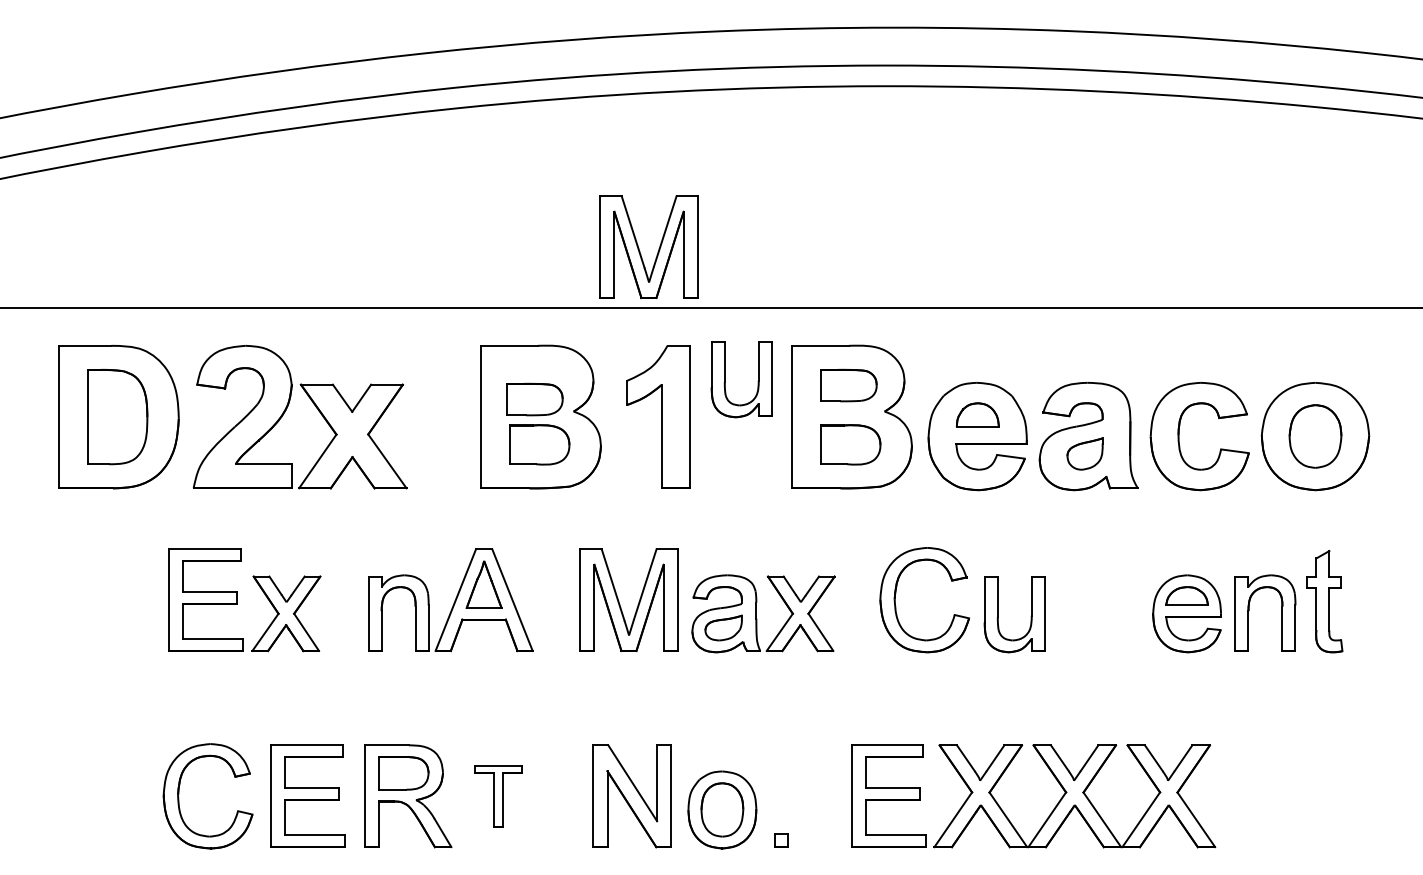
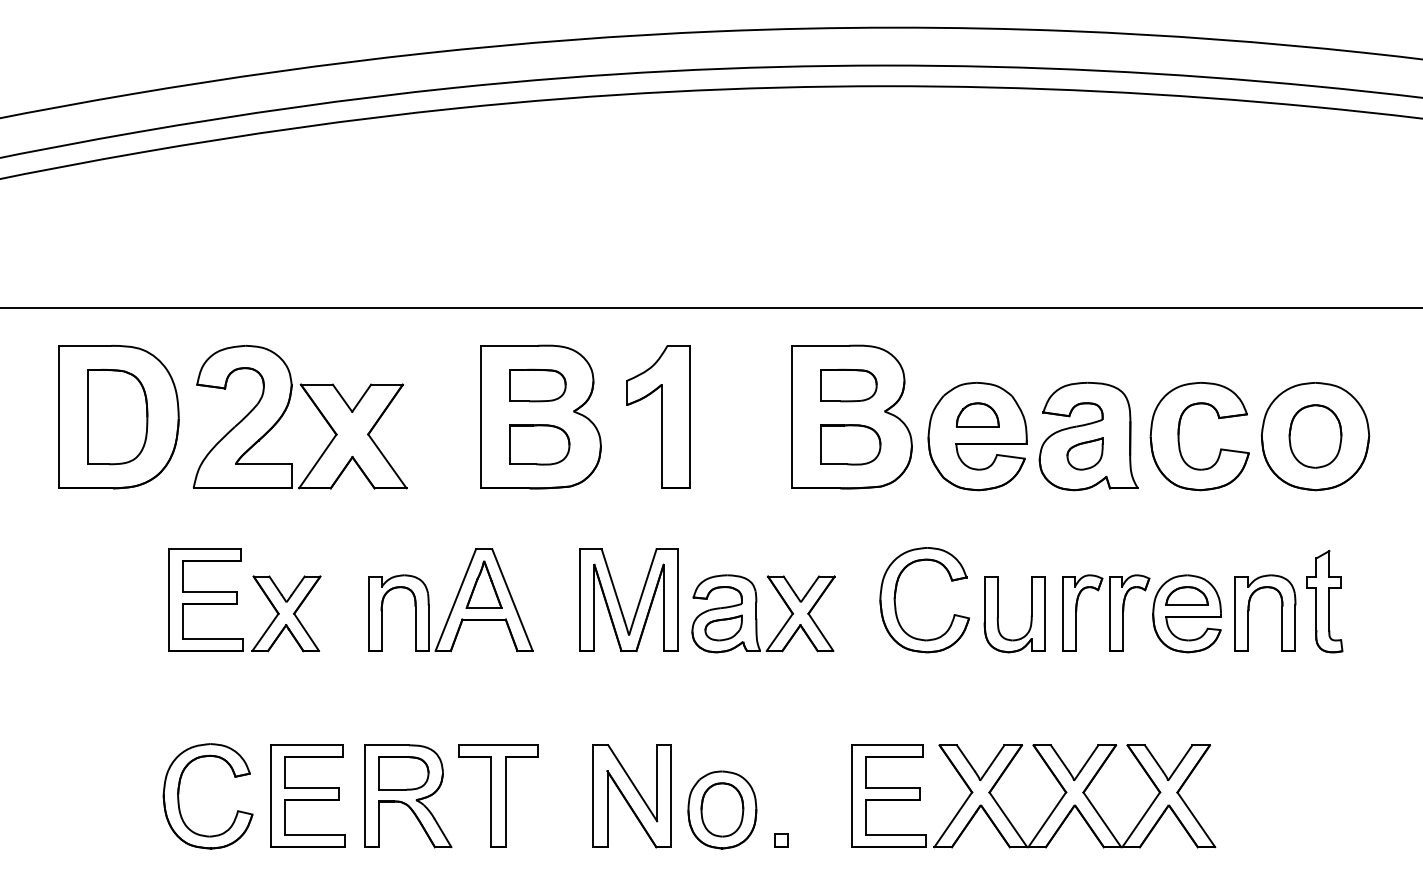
part at (639, 248): present -> none
part at (725, 379): present -> none
part at (534, 399) position: (534, 399) -> (537, 385)
part at (1106, 612): none -> present
part at (498, 796) size: 49x63 px -> 81x104 px
